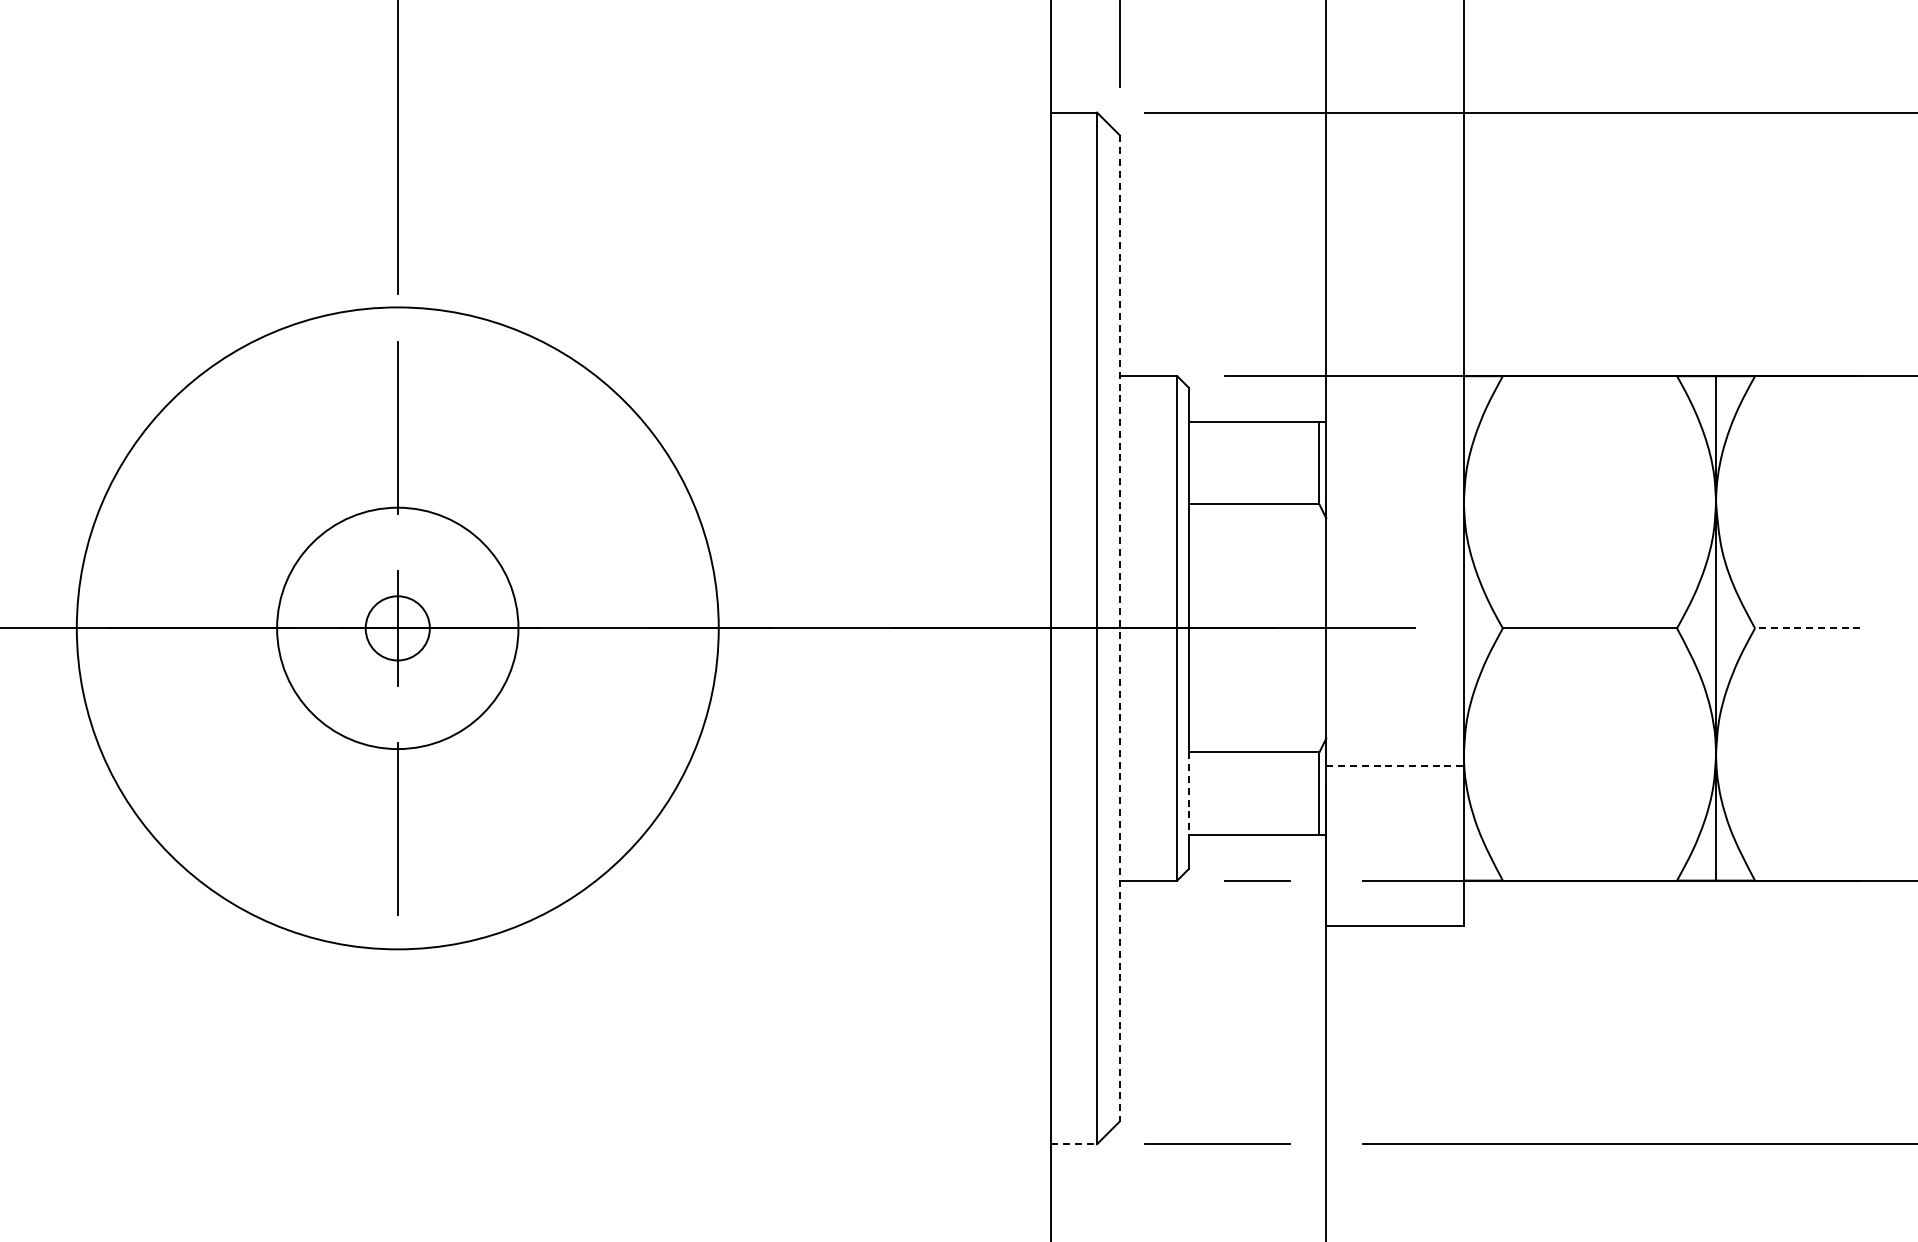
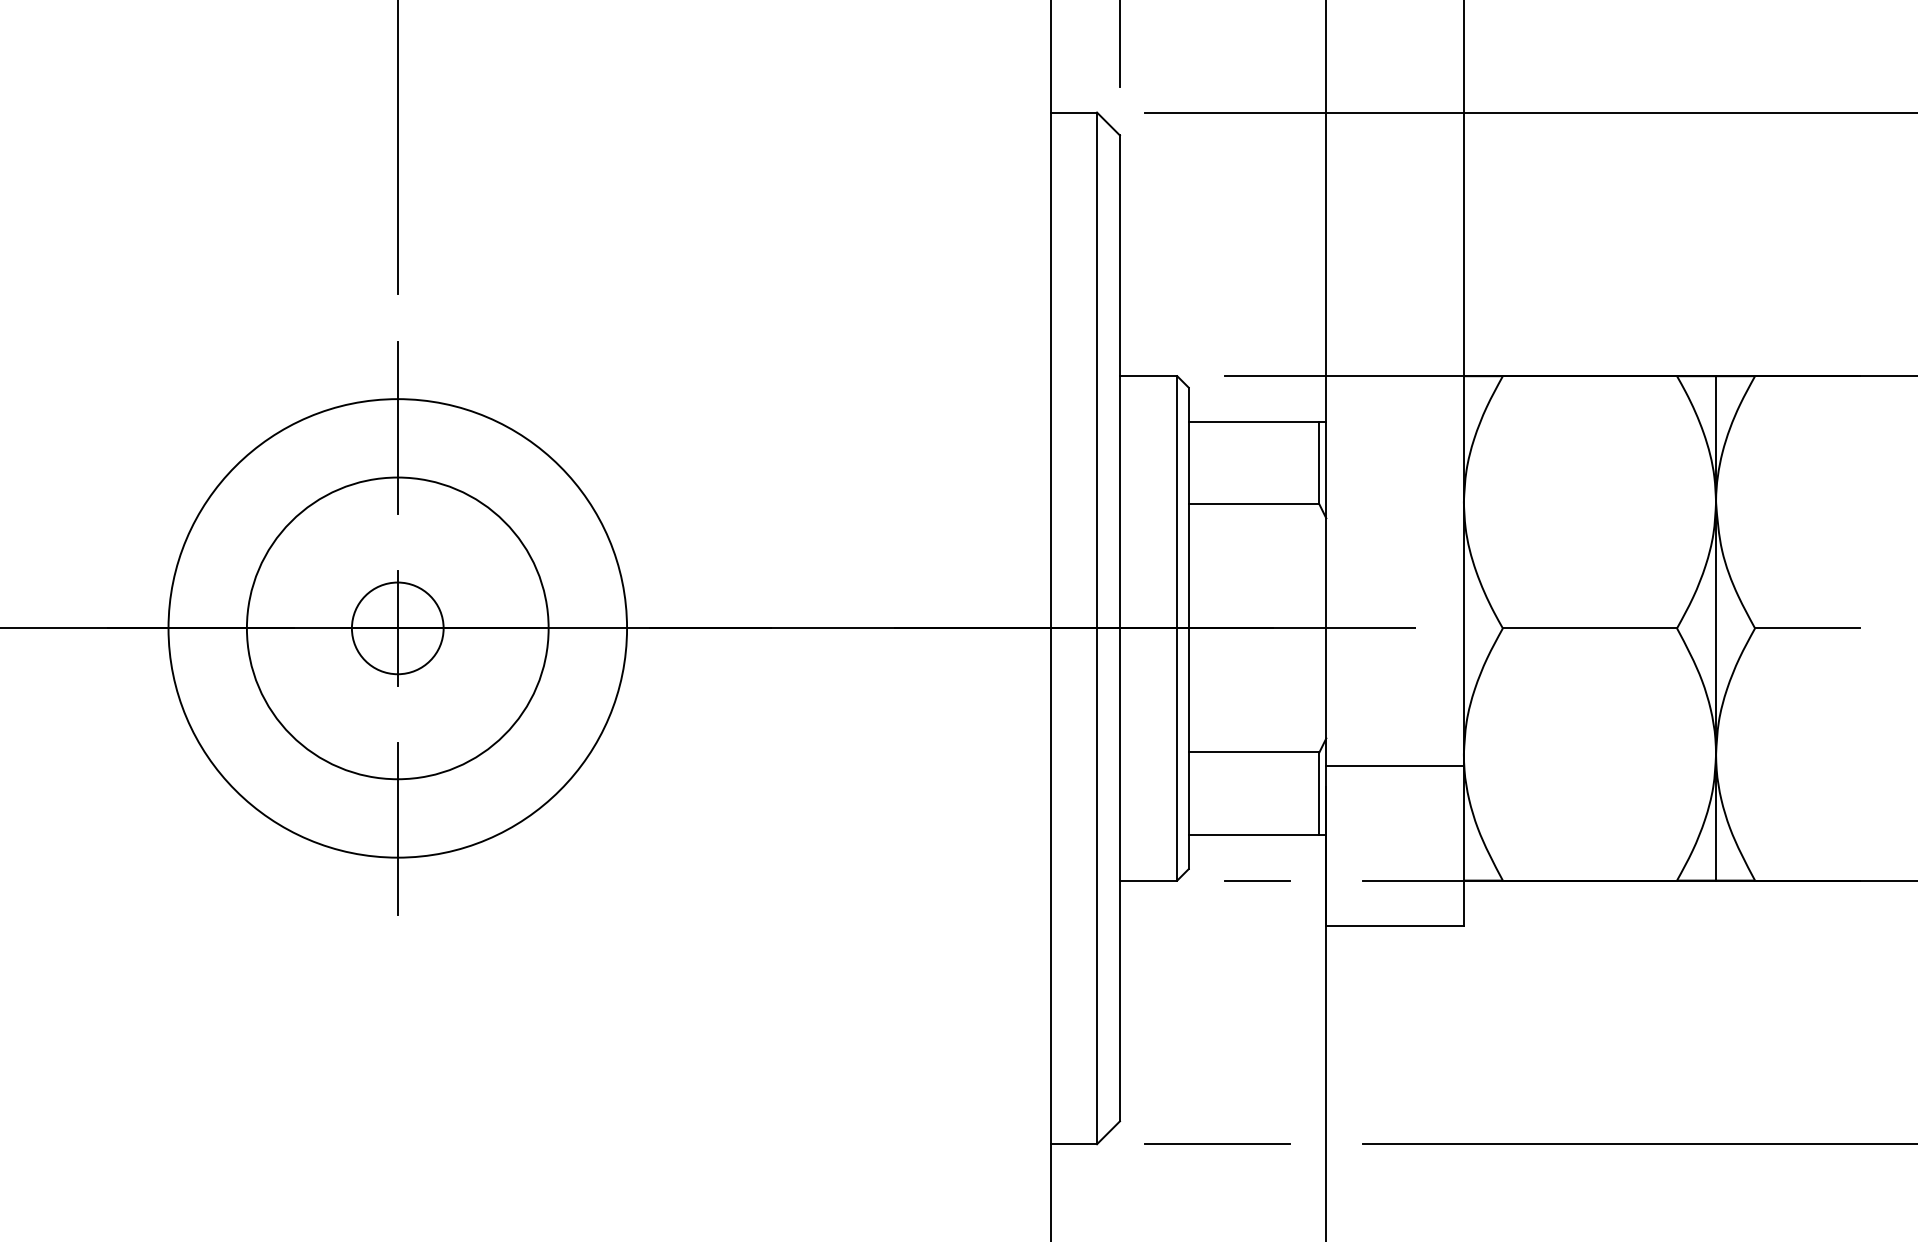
circle at (397, 628) diameter: 241 px -> 302 px
circle at (397, 628) diameter: 64 px -> 92 px
circle at (397, 628) diameter: 642 px -> 459 px
line at (1119, 628): dashed -> solid
line at (1807, 628): dashed -> solid
line at (1395, 765): dashed -> solid
line at (1188, 794): dashed -> solid
line at (1074, 1144): dashed -> solid
